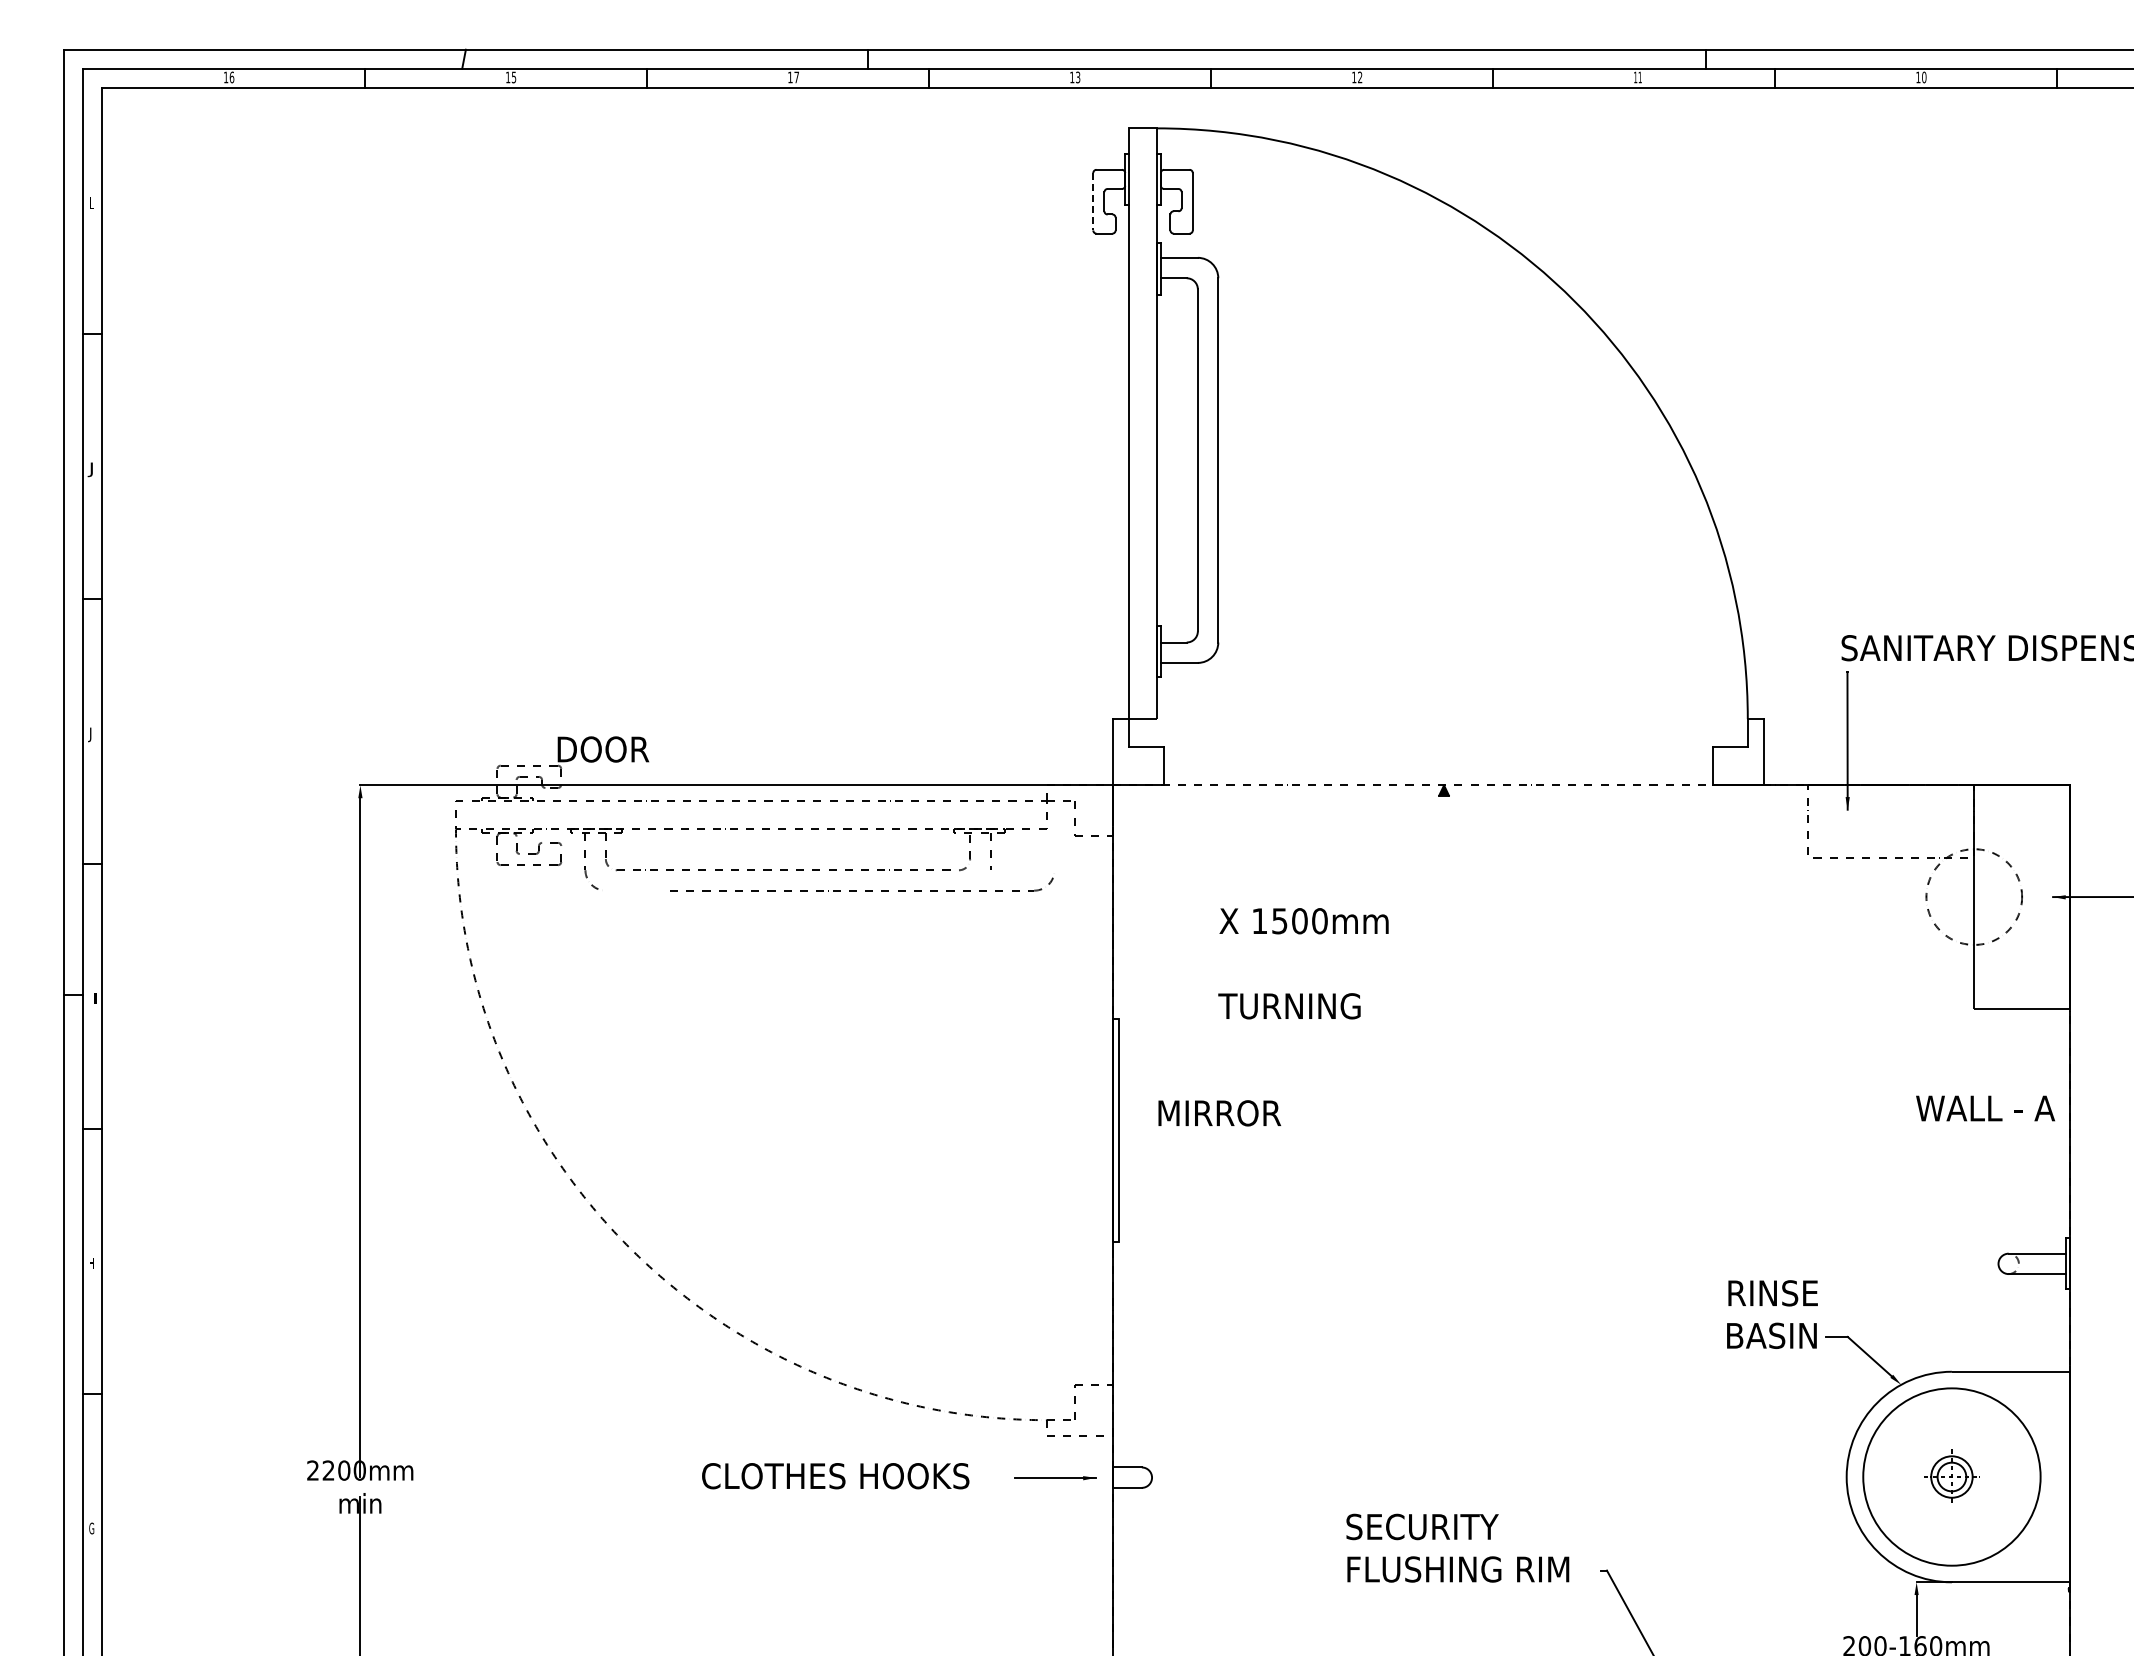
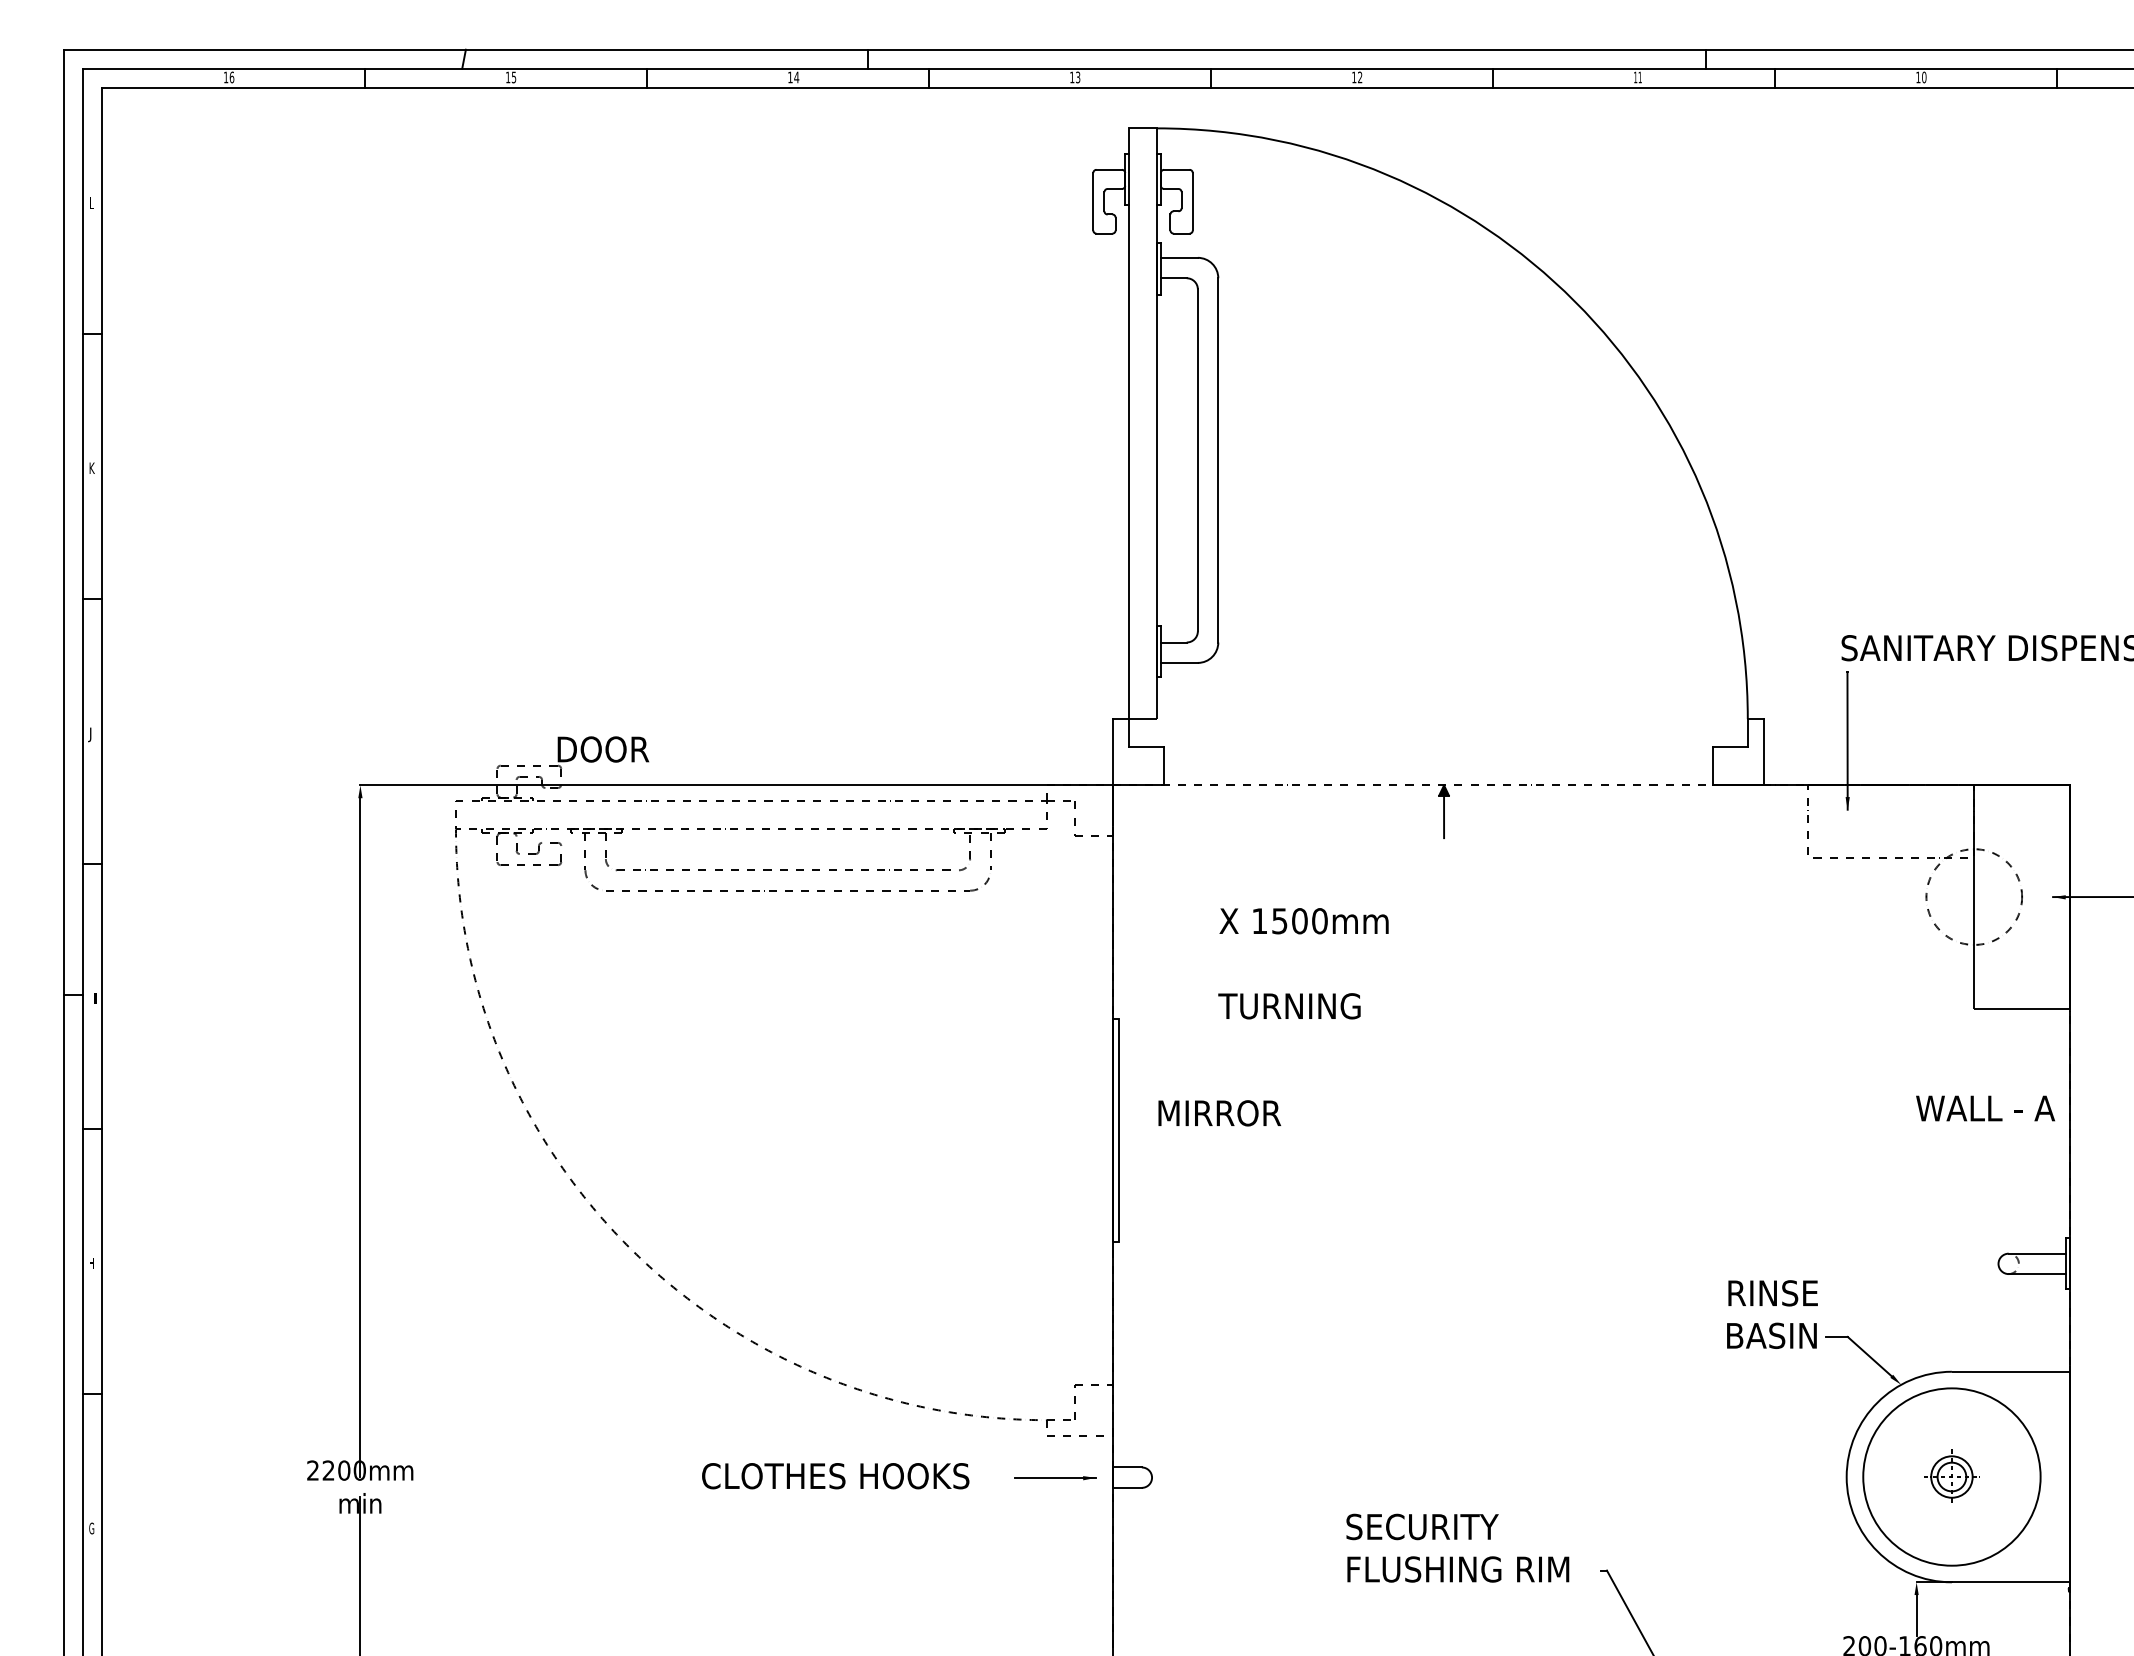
text at (796, 77): 17 -> 14
line at (1093, 201): dashed -> solid
text at (90, 469): J -> K
line at (1444, 816): none -> present
part at (865, 890) position: (865, 890) -> (801, 890)
